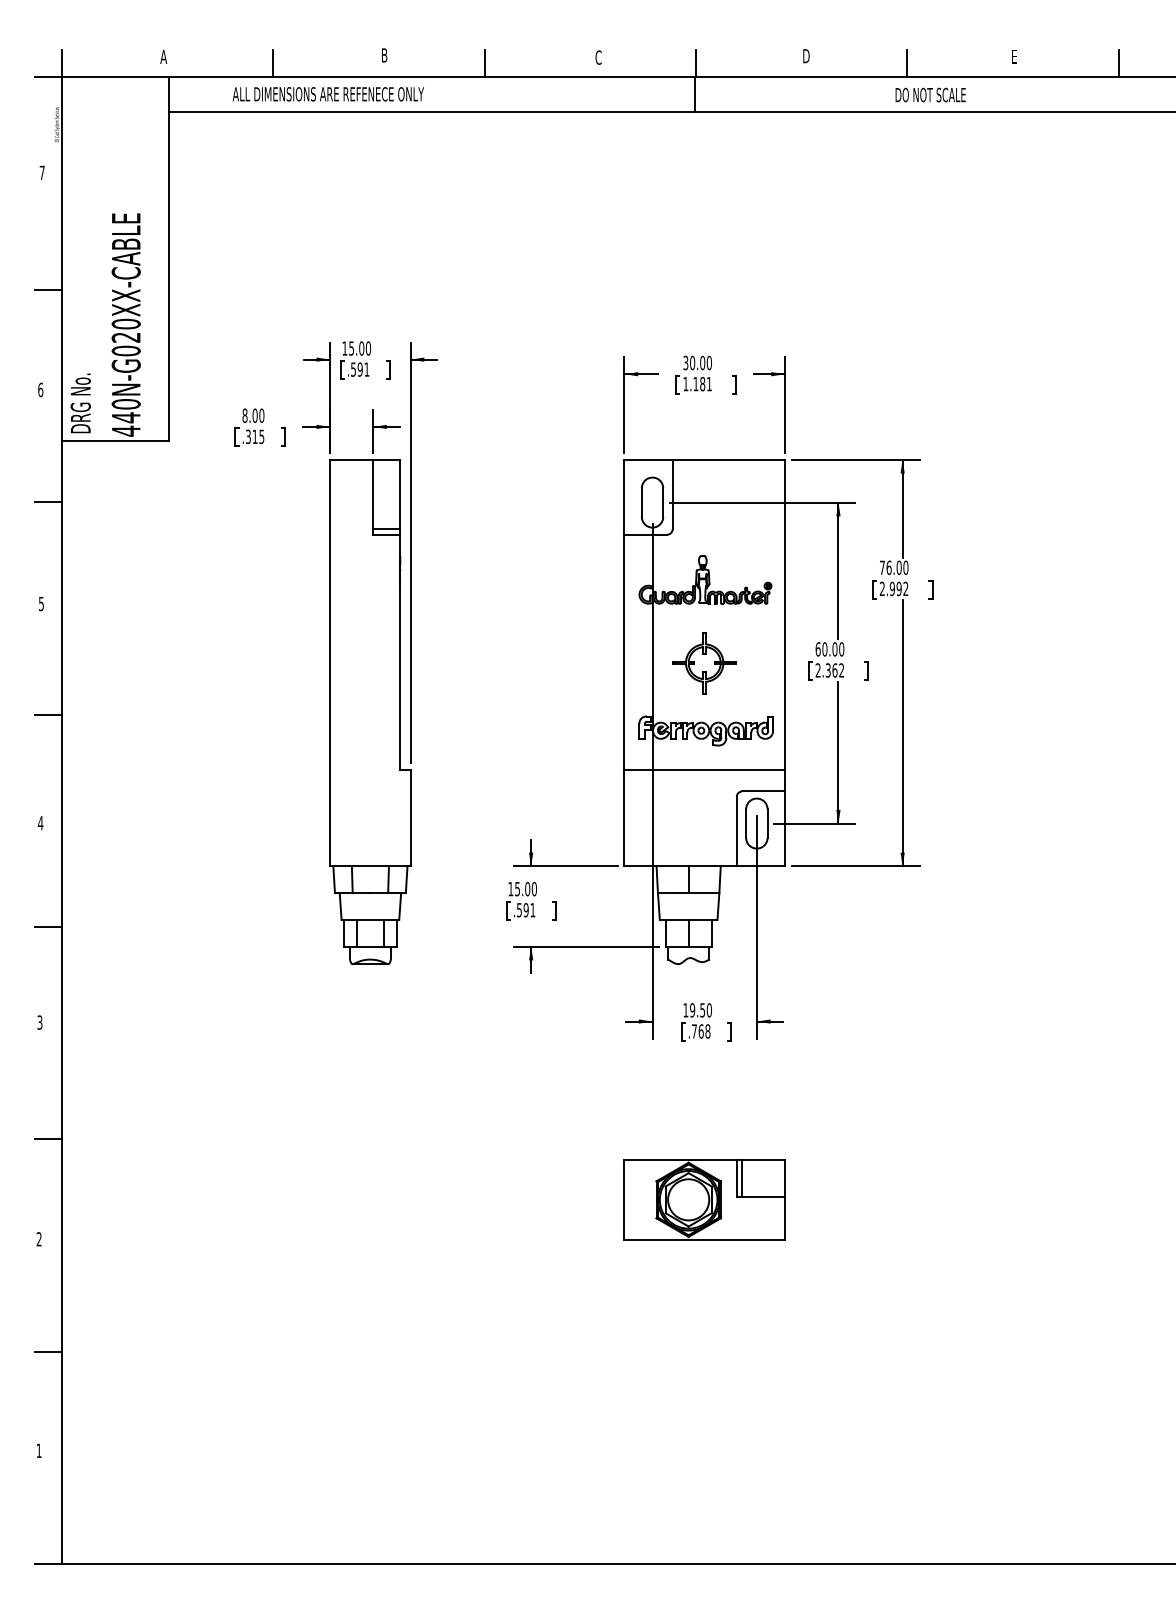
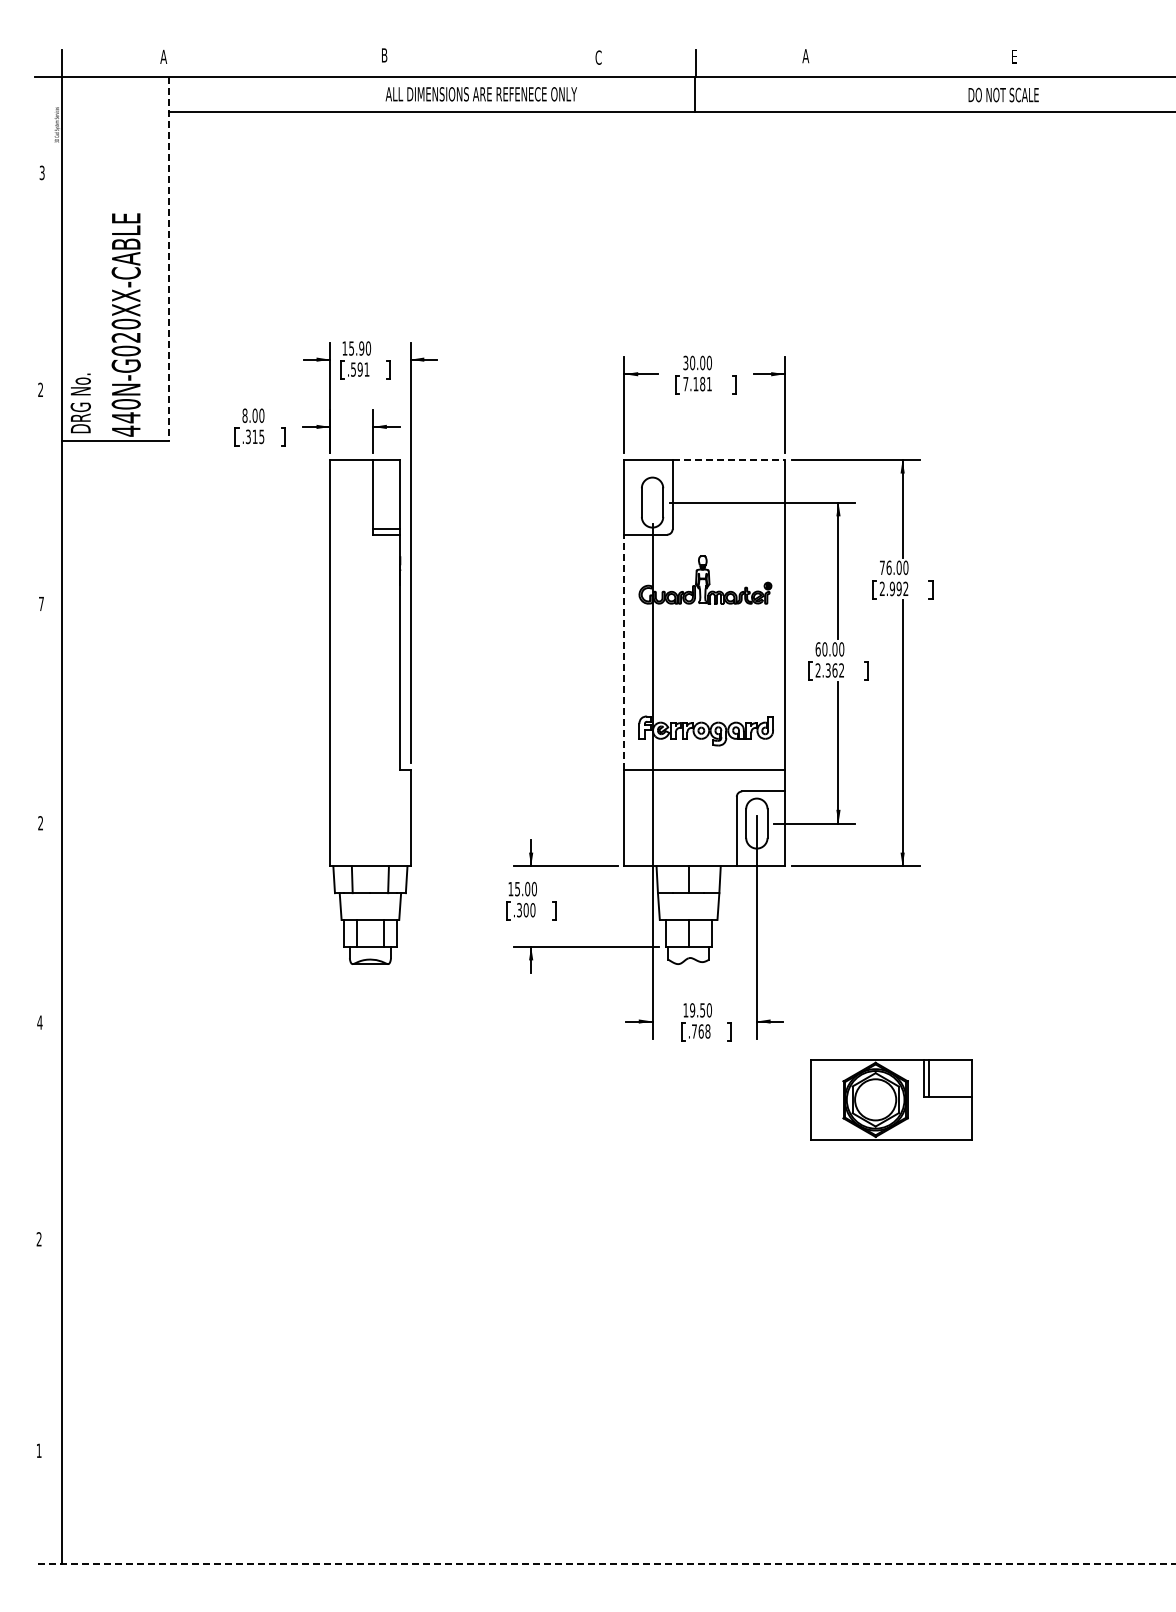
text at (805, 56): D -> A
line at (273, 63): present -> none
line at (484, 63): present -> none
line at (907, 63): present -> none
line at (1118, 63): present -> none
text at (327, 94) position: (327, 94) -> (480, 94)
text at (930, 94) position: (930, 94) -> (1003, 94)
text at (41, 172): 7 -> 3
line at (169, 258): solid -> dashed
line at (48, 289): present -> none
text at (361, 348): 15.00 -> 15.90
text at (685, 384): 1.181 -> 7.181
text at (40, 389): 6 -> 2
line at (729, 459): solid -> dashed
line at (48, 502): present -> none
text at (41, 604): 5 -> 7
line at (624, 652): solid -> dashed
part at (704, 663): present -> none
line at (48, 714): present -> none
text at (40, 823): 4 -> 2
text at (526, 910): .591 -> .300
line at (48, 927): present -> none
text at (39, 1022): 3 -> 4
line at (48, 1139): present -> none
part at (704, 1199) position: (704, 1199) -> (891, 1099)
line at (48, 1351): present -> none
line at (605, 1563): solid -> dashed
